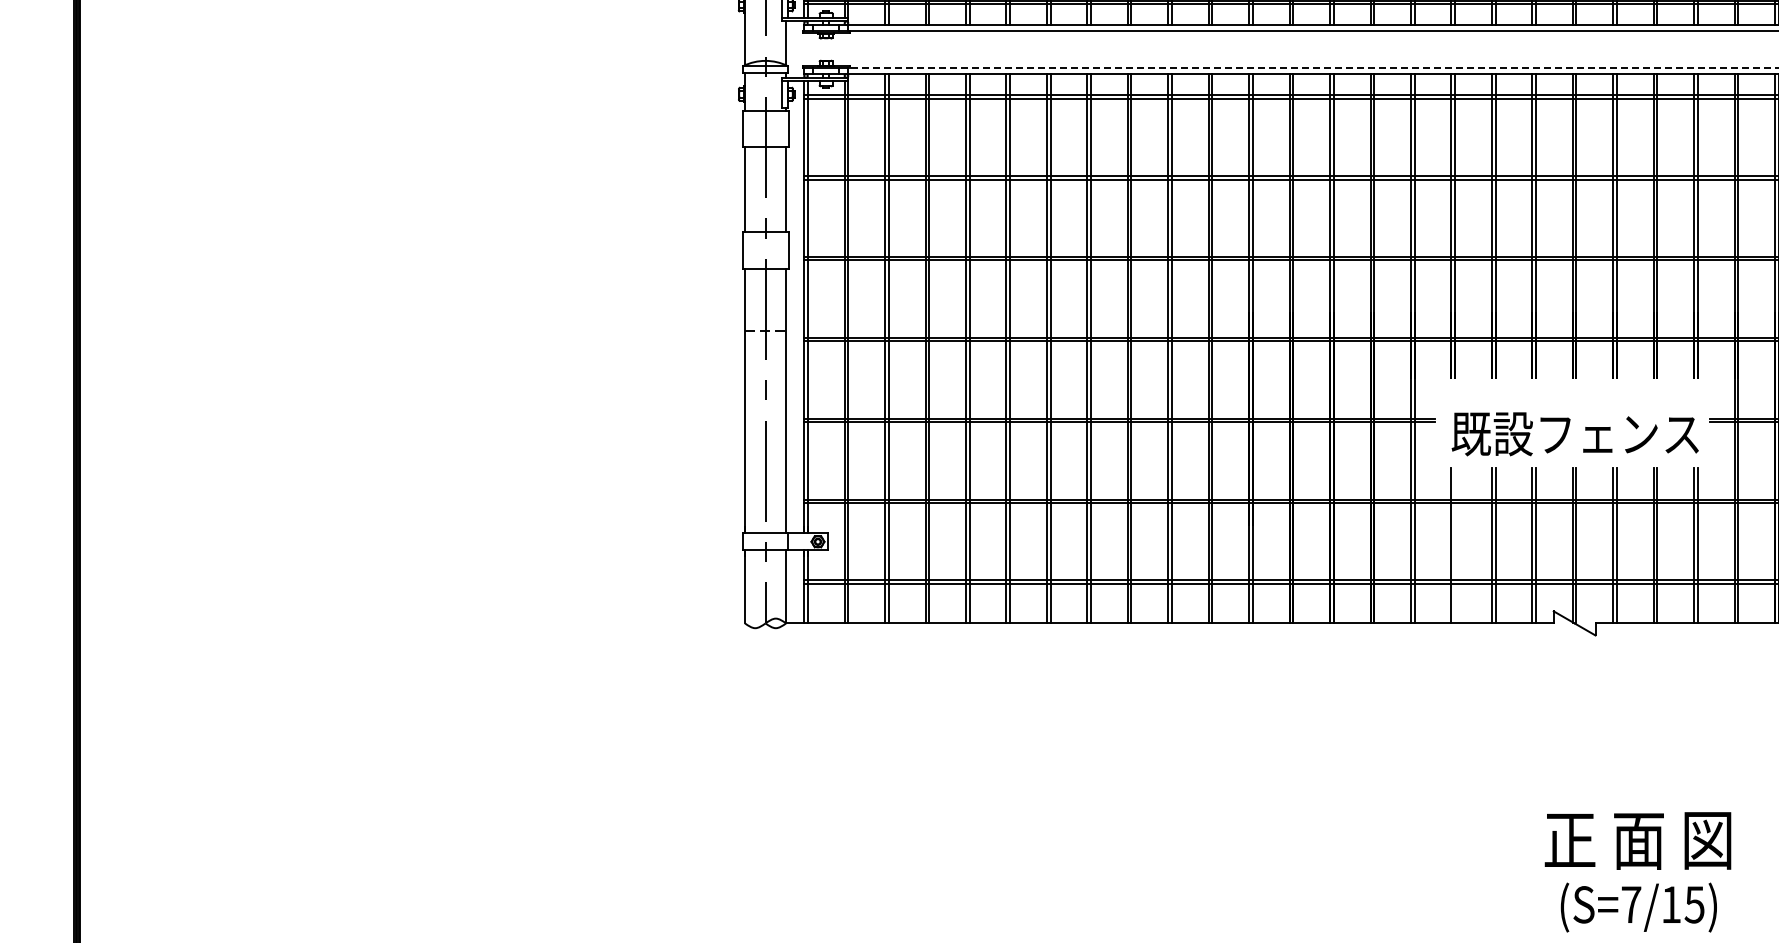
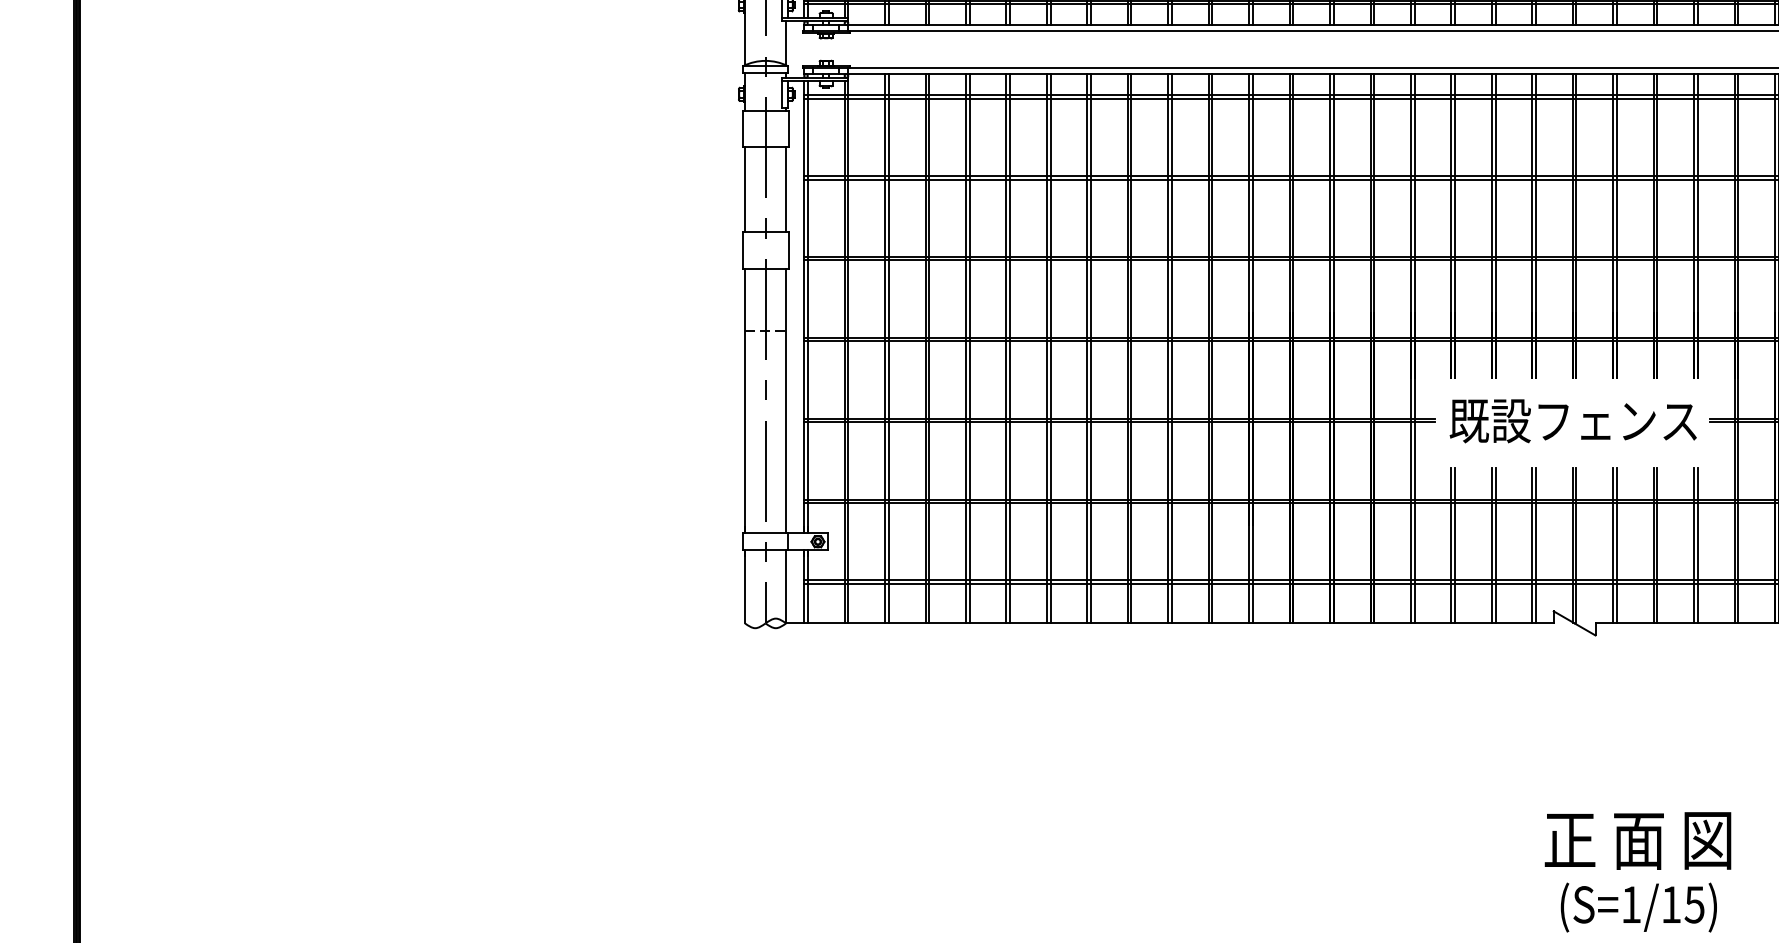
line at (1313, 68): dashed -> solid
text at (1574, 434) position: (1574, 434) -> (1572, 421)
line at (1455, 545): none -> present
text at (1631, 904): (S=7/15) -> (S=1/15)
